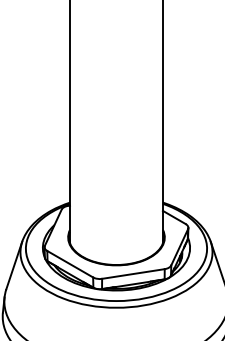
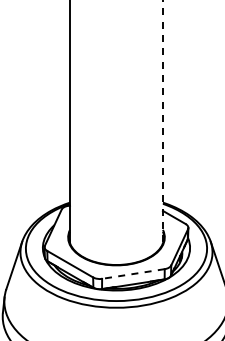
line at (162, 122): solid -> dashed
line at (133, 274): solid -> dashed
